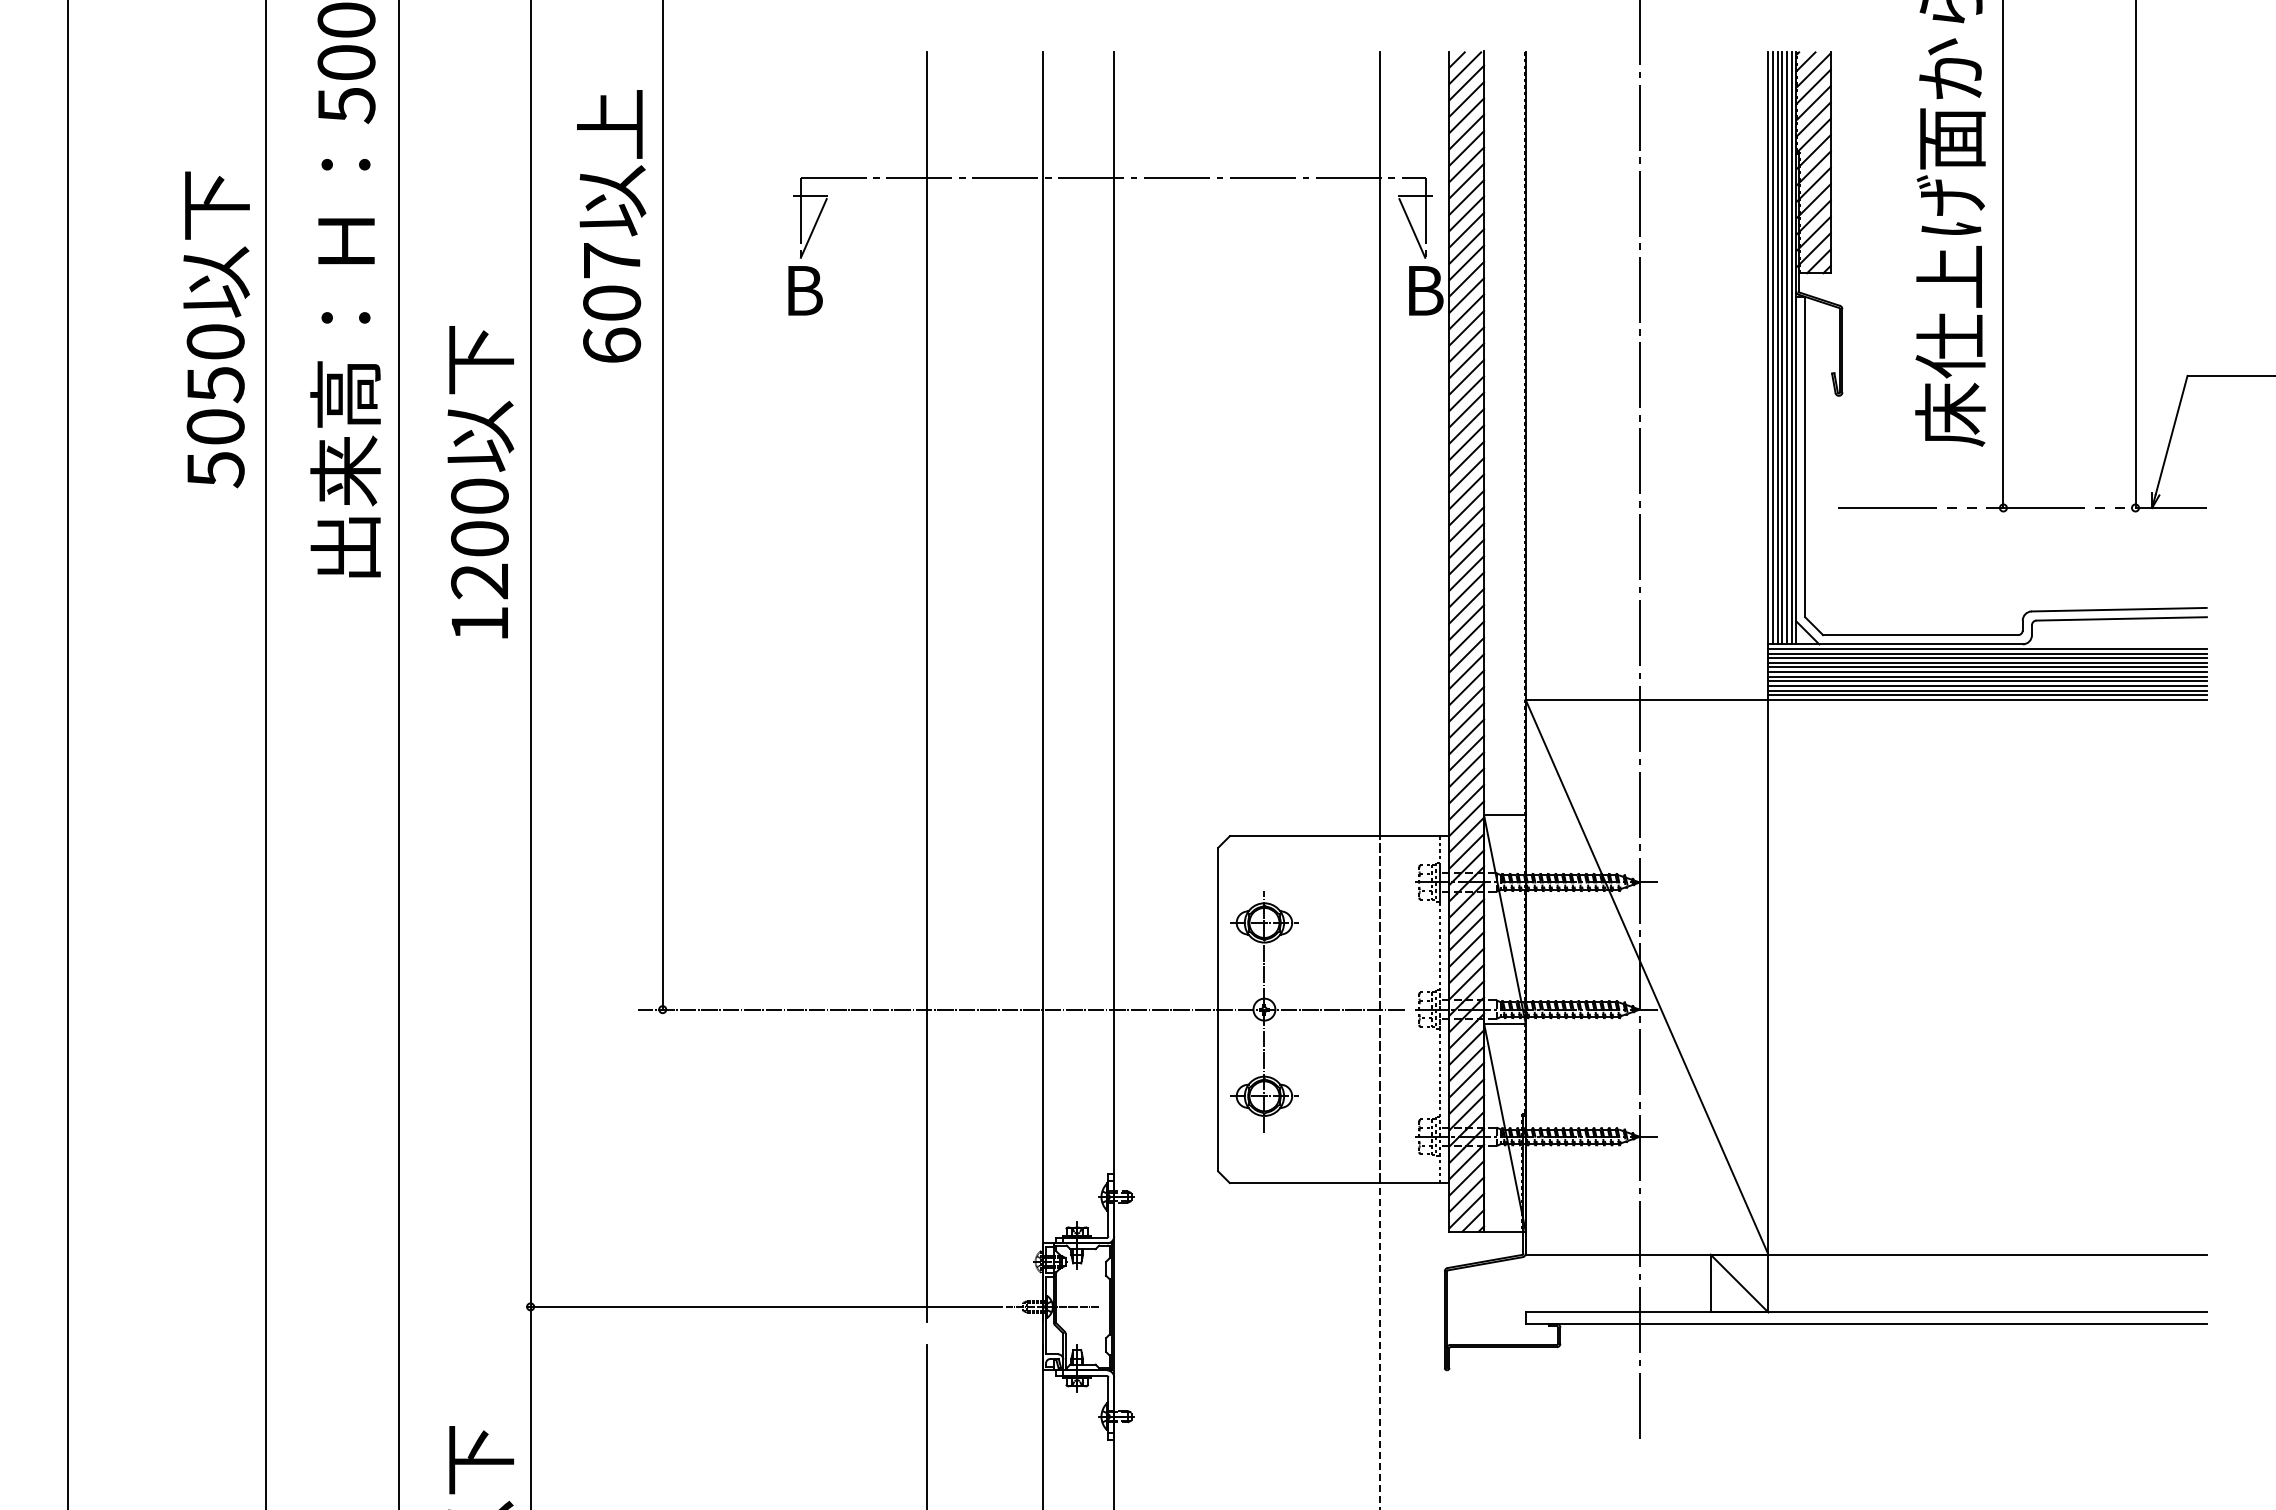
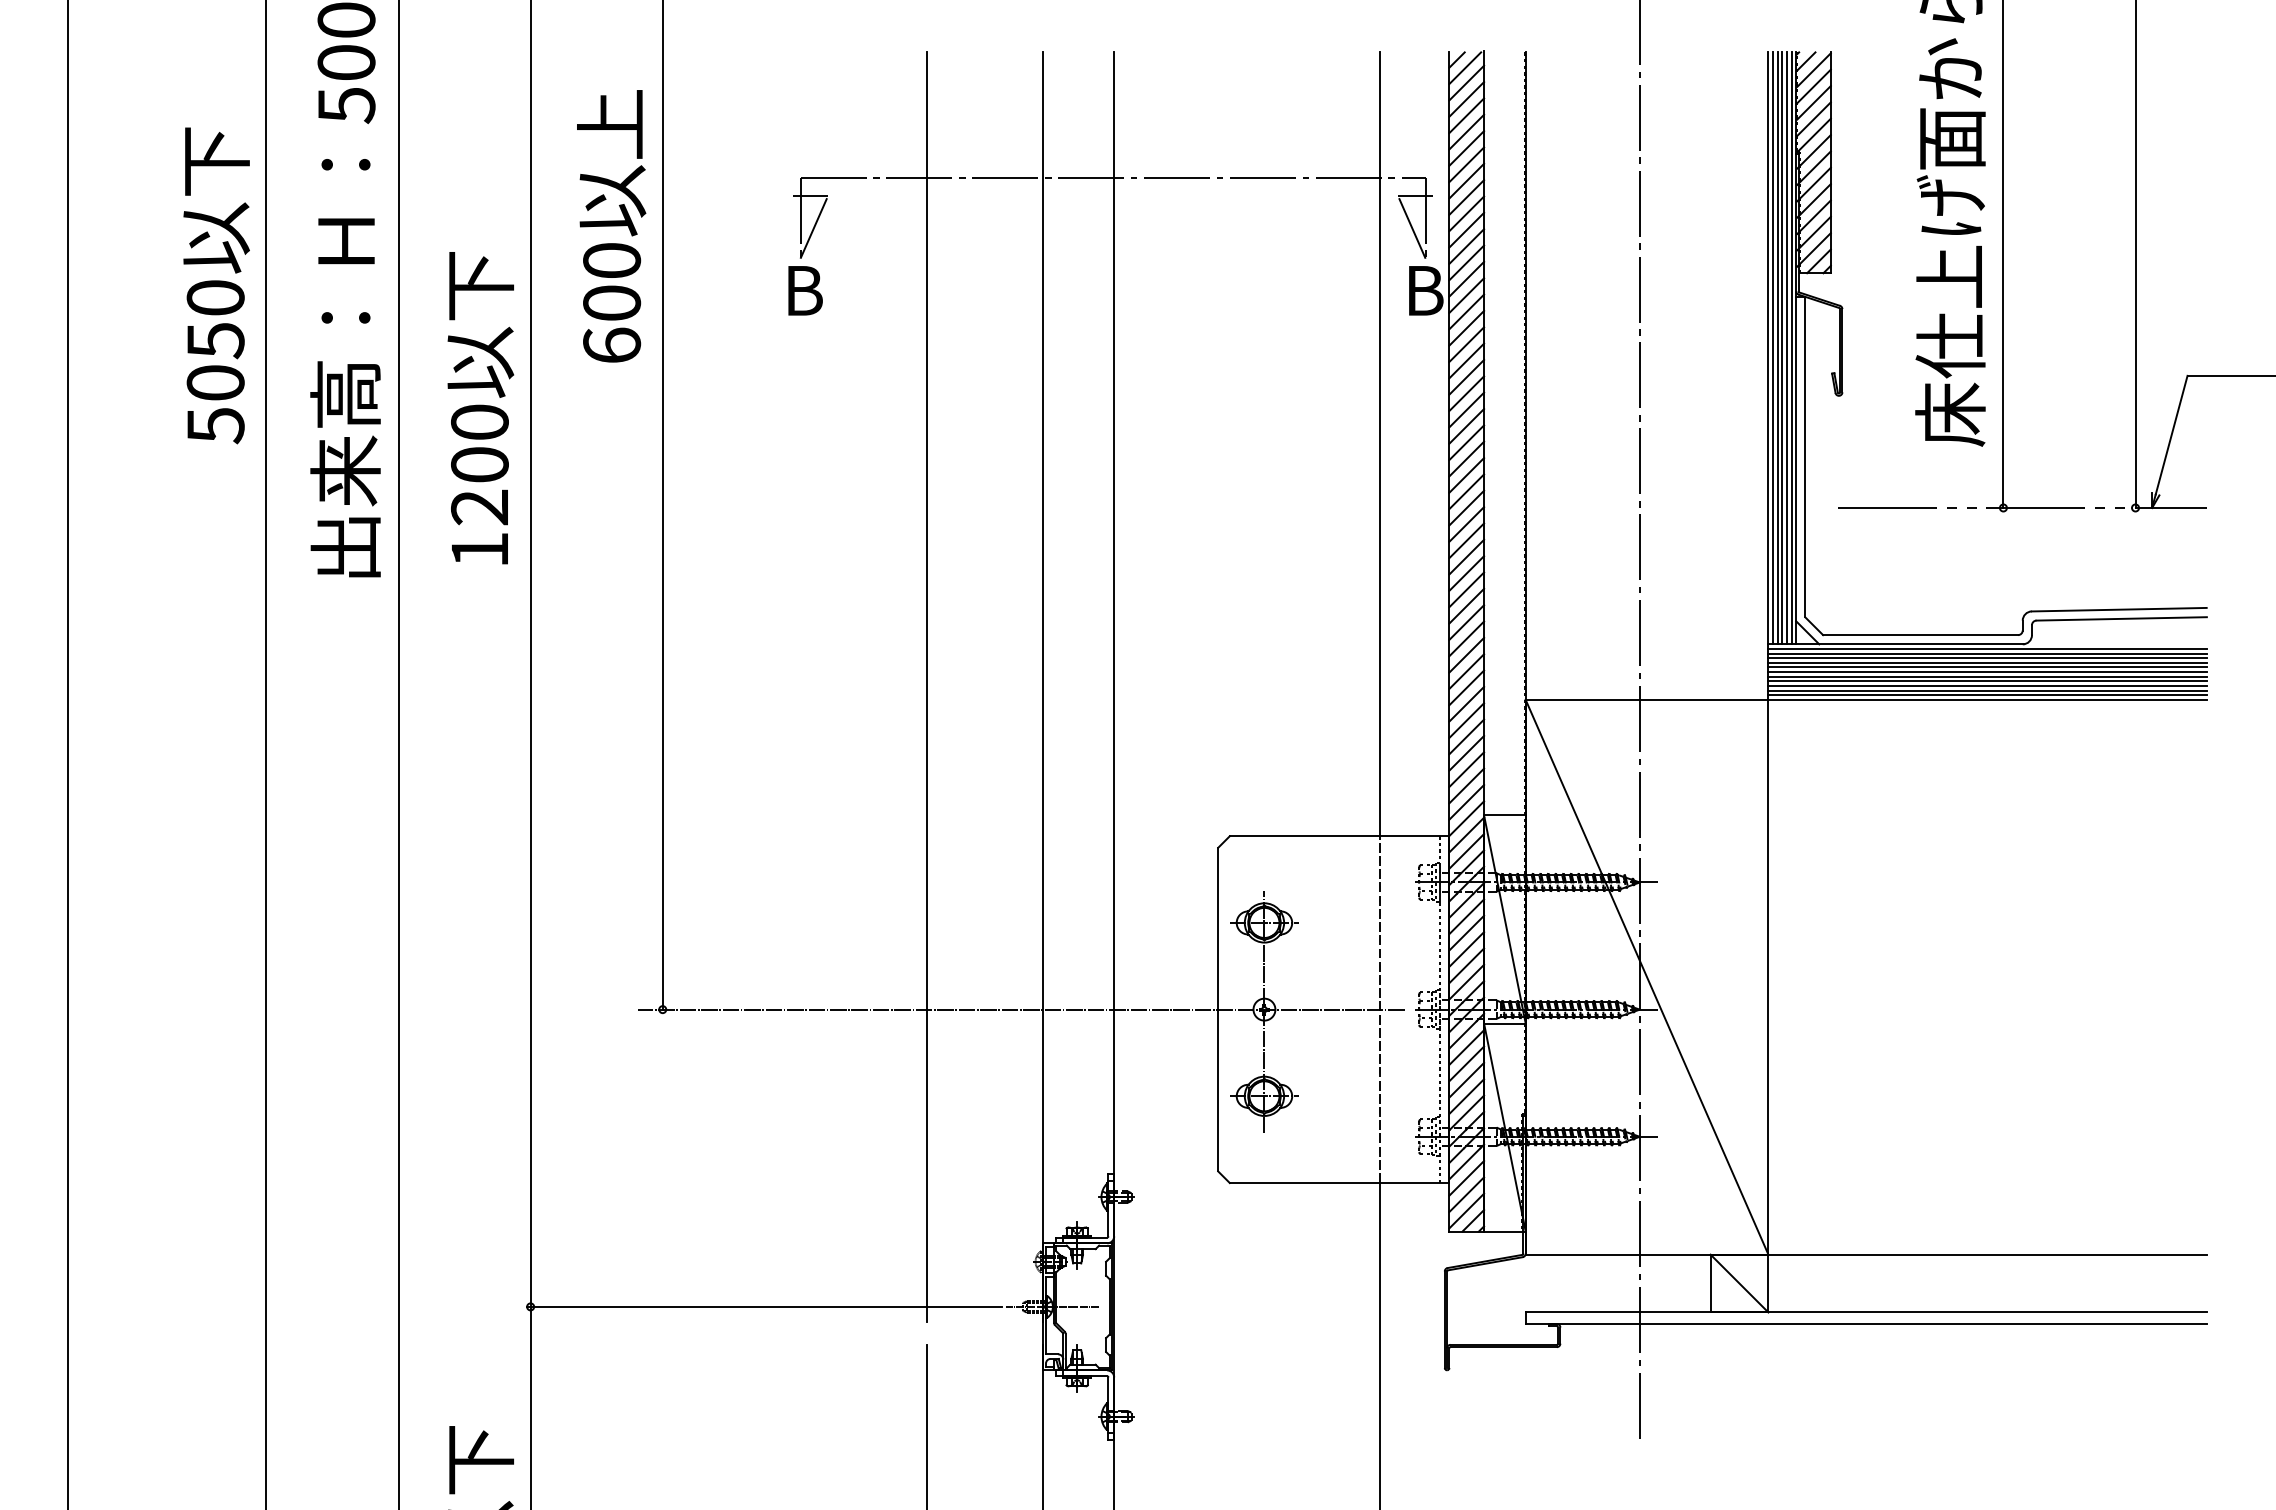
text at (612, 260): 607 -> 600
text at (216, 329) position: (216, 329) -> (216, 285)
text at (480, 482) position: (480, 482) -> (480, 408)
line at (1380, 1345): dashed -> solid
